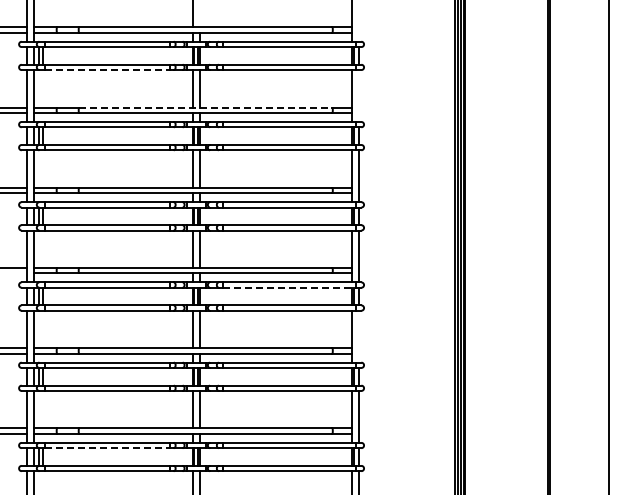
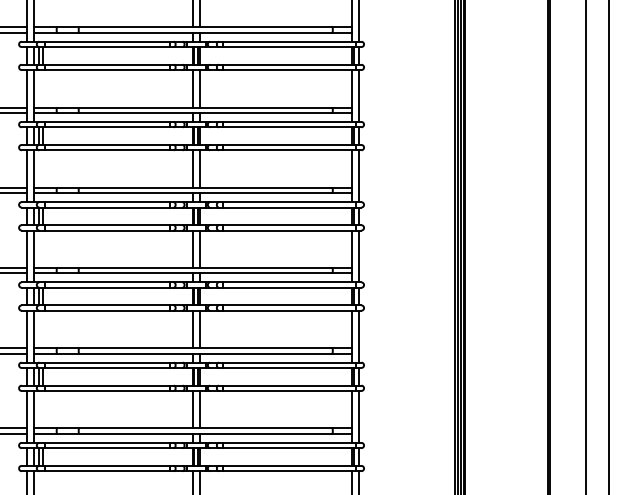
line at (199, 14): none -> present
line at (358, 21): none -> present
line at (107, 70): dashed -> solid
line at (358, 95): none -> present
line at (205, 107): dashed -> solid
line at (585, 246): none -> present
line at (14, 273): none -> present
line at (289, 287): dashed -> solid
line at (358, 336): none -> present
line at (107, 448): dashed -> solid
